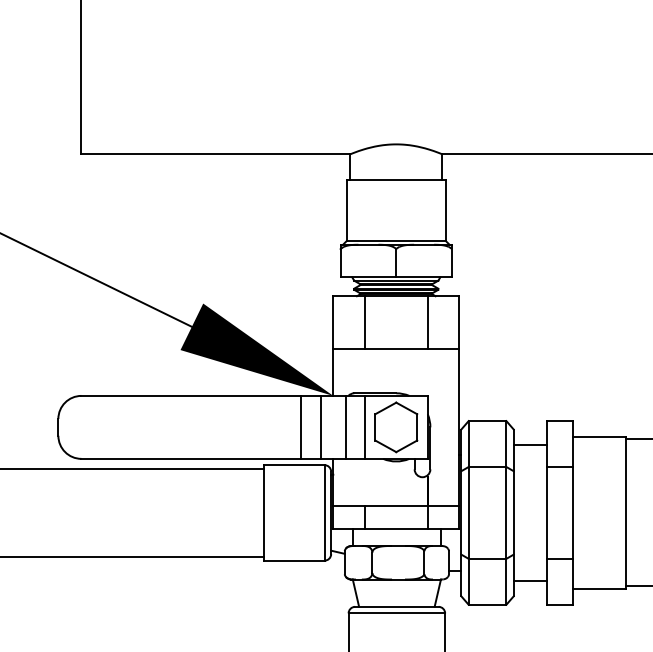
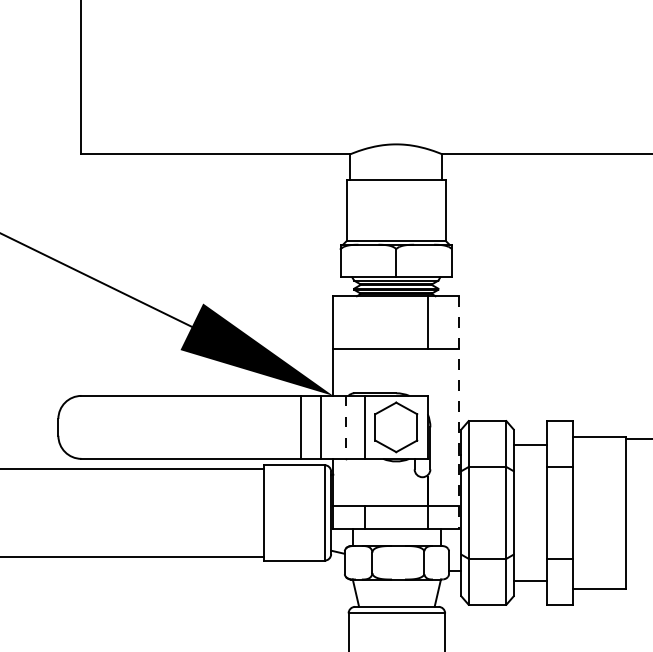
line at (365, 322): present -> none
line at (459, 413): solid -> dashed
line at (345, 427): solid -> dashed
line at (637, 586): present -> none
